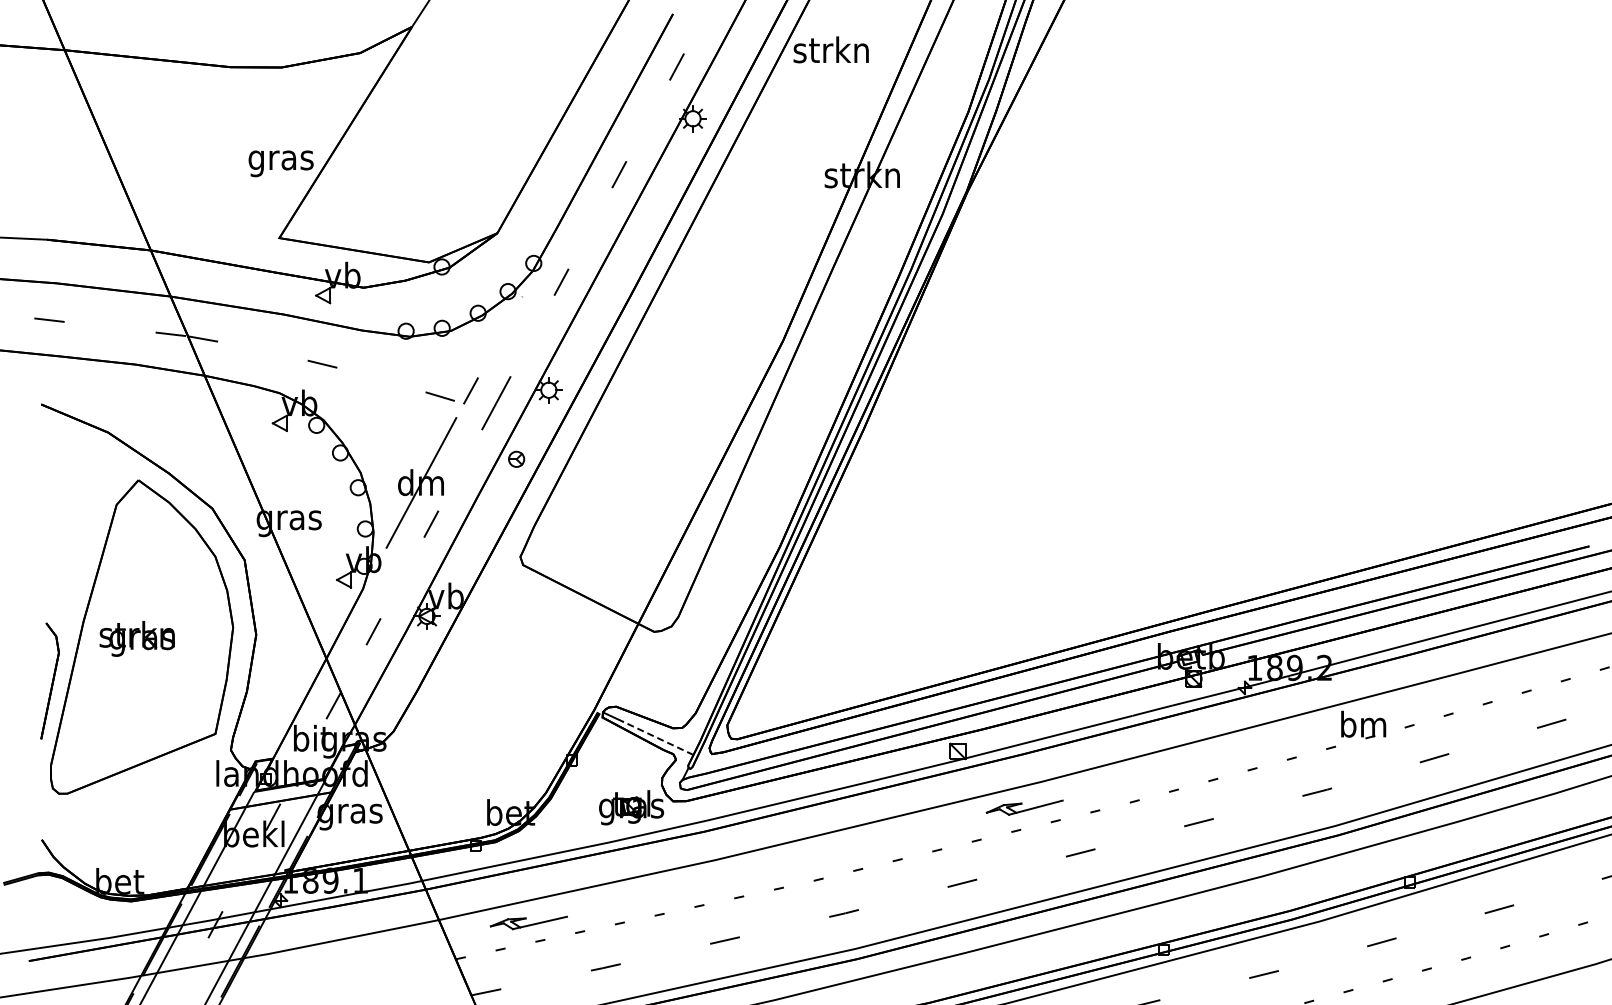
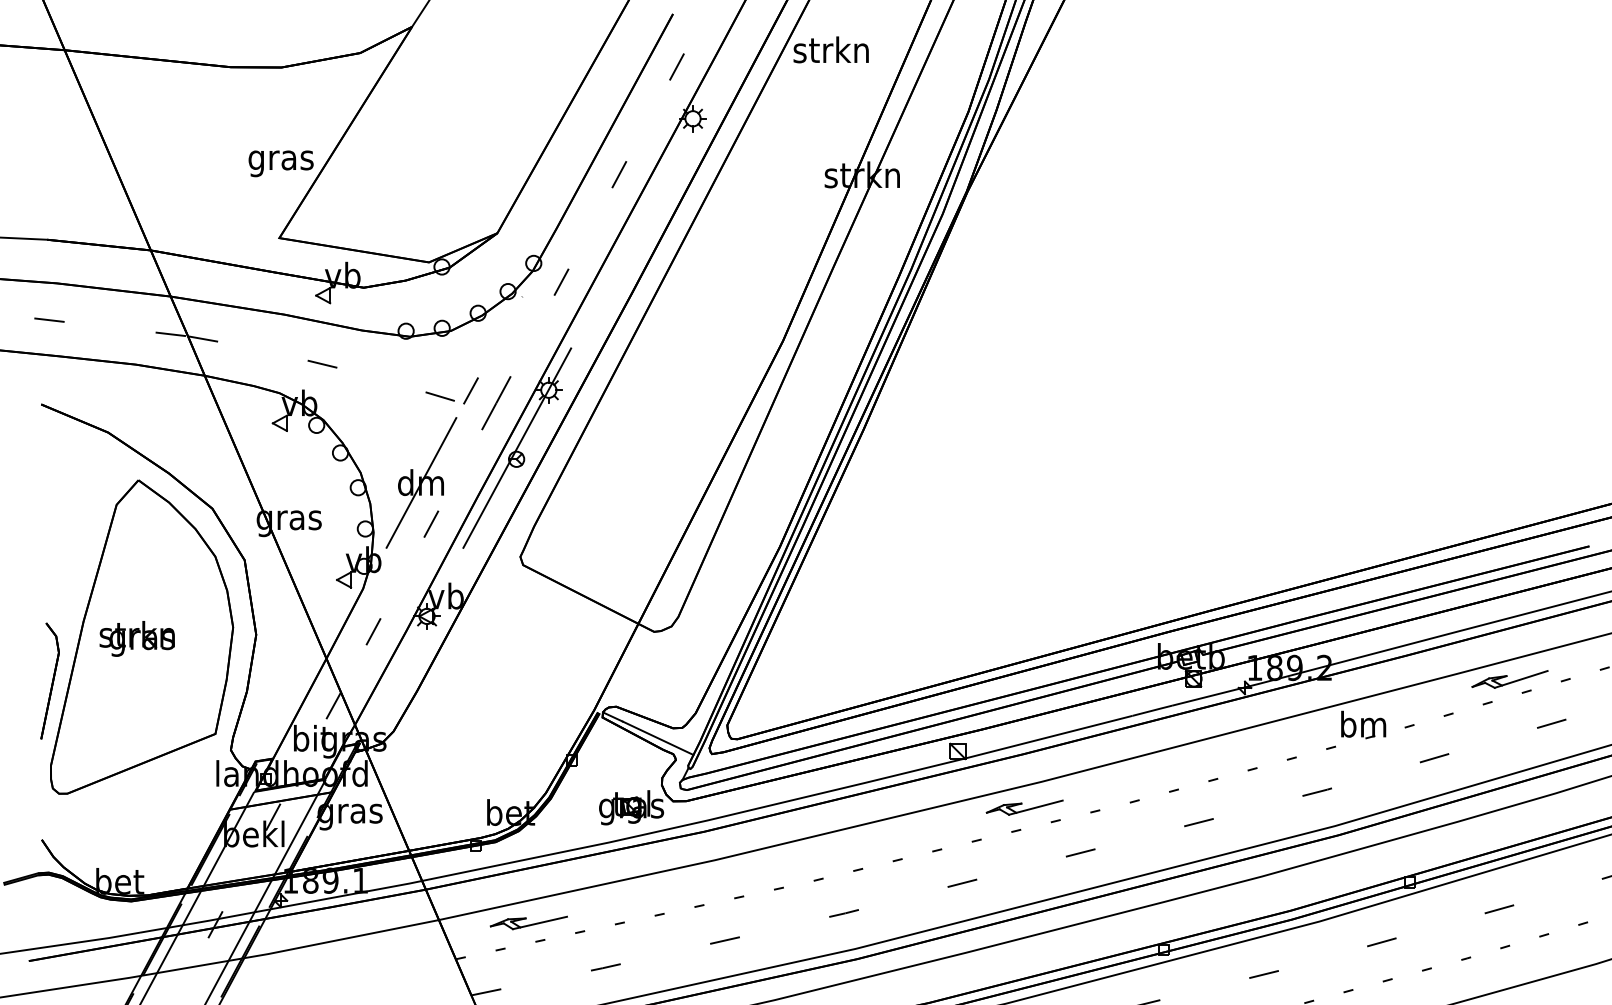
line at (517, 447): none -> present
part at (1509, 679): none -> present
line at (657, 738): dashed -> solid
